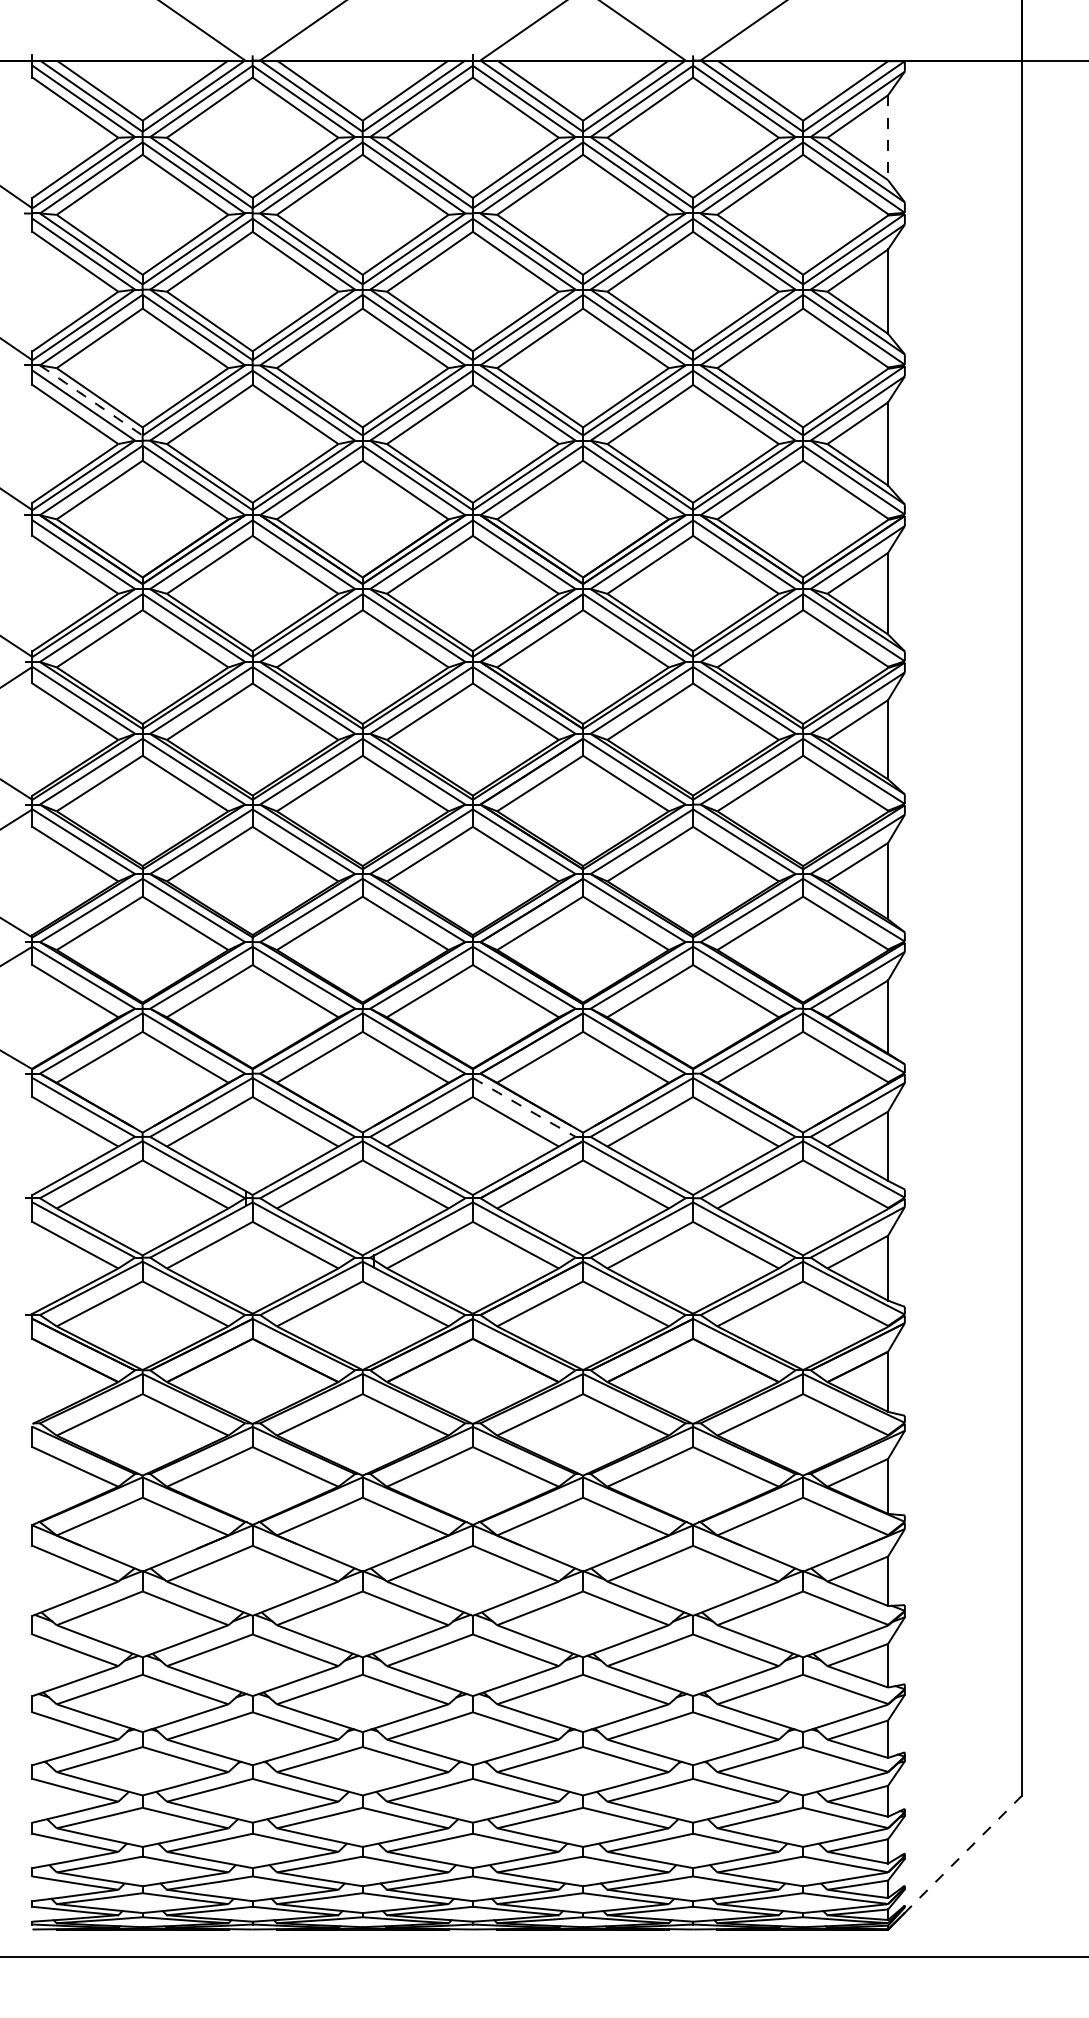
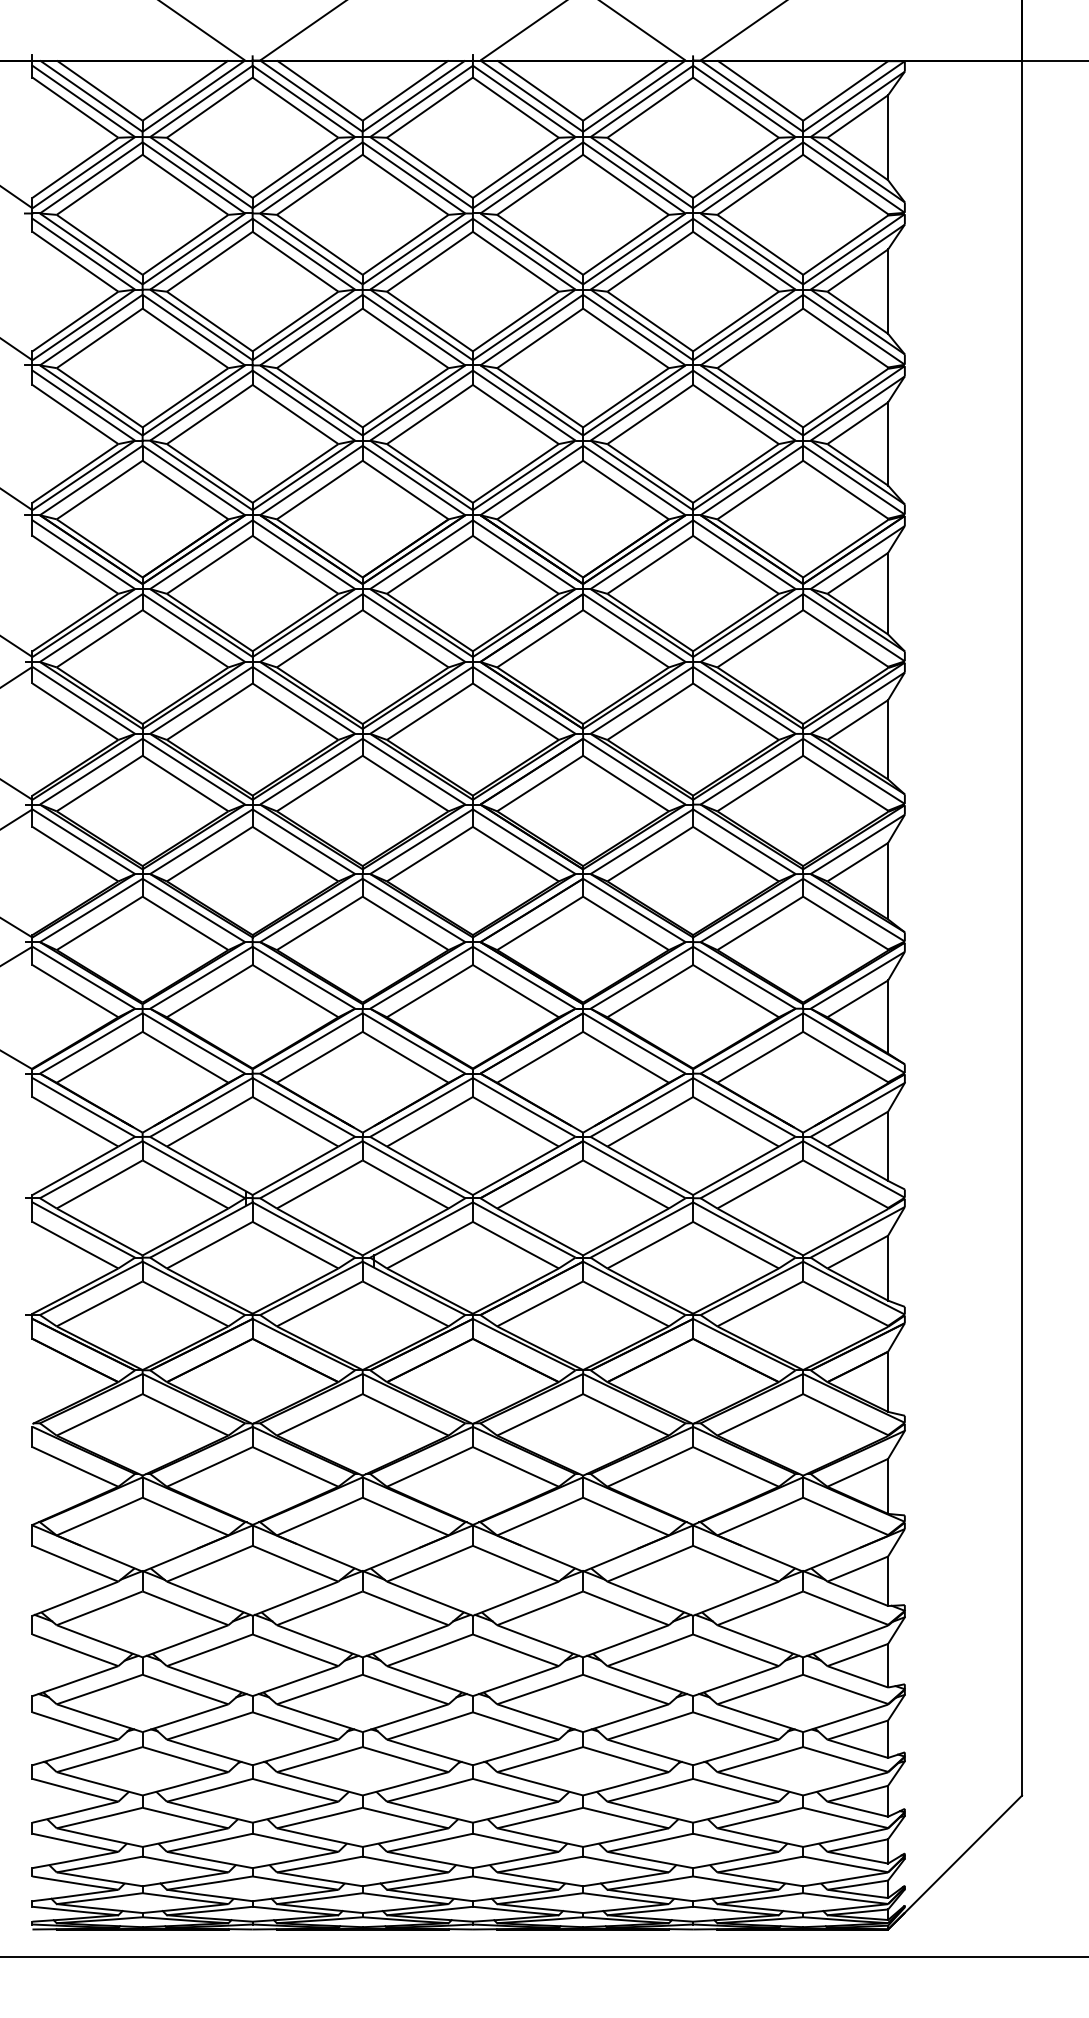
line at (888, 137): dashed -> solid
arc at (91, 400): dashed -> solid
arc at (524, 1107): dashed -> solid
line at (955, 1862): dashed -> solid
